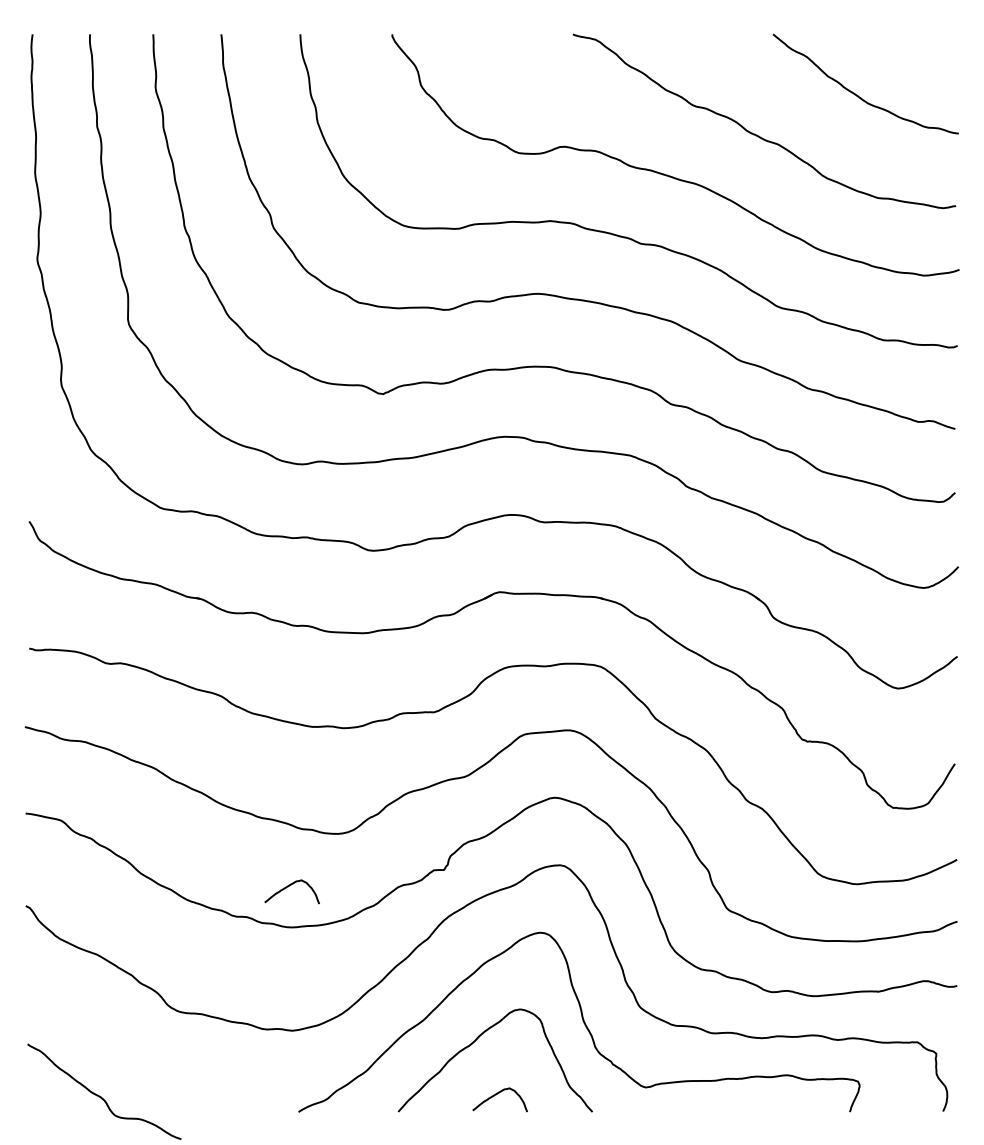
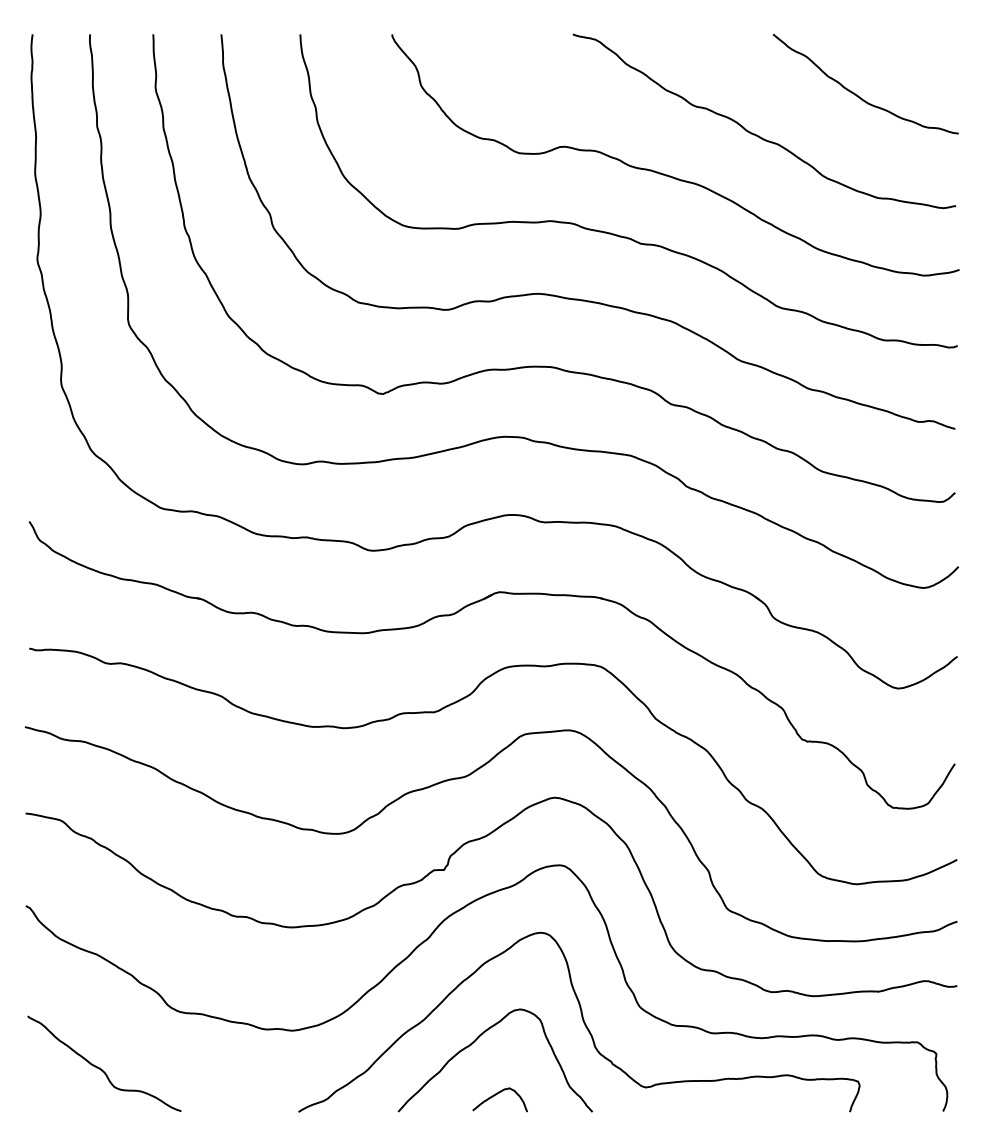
curve at (288, 887): present -> none
curve at (101, 1096) position: (101, 1096) -> (101, 1068)
